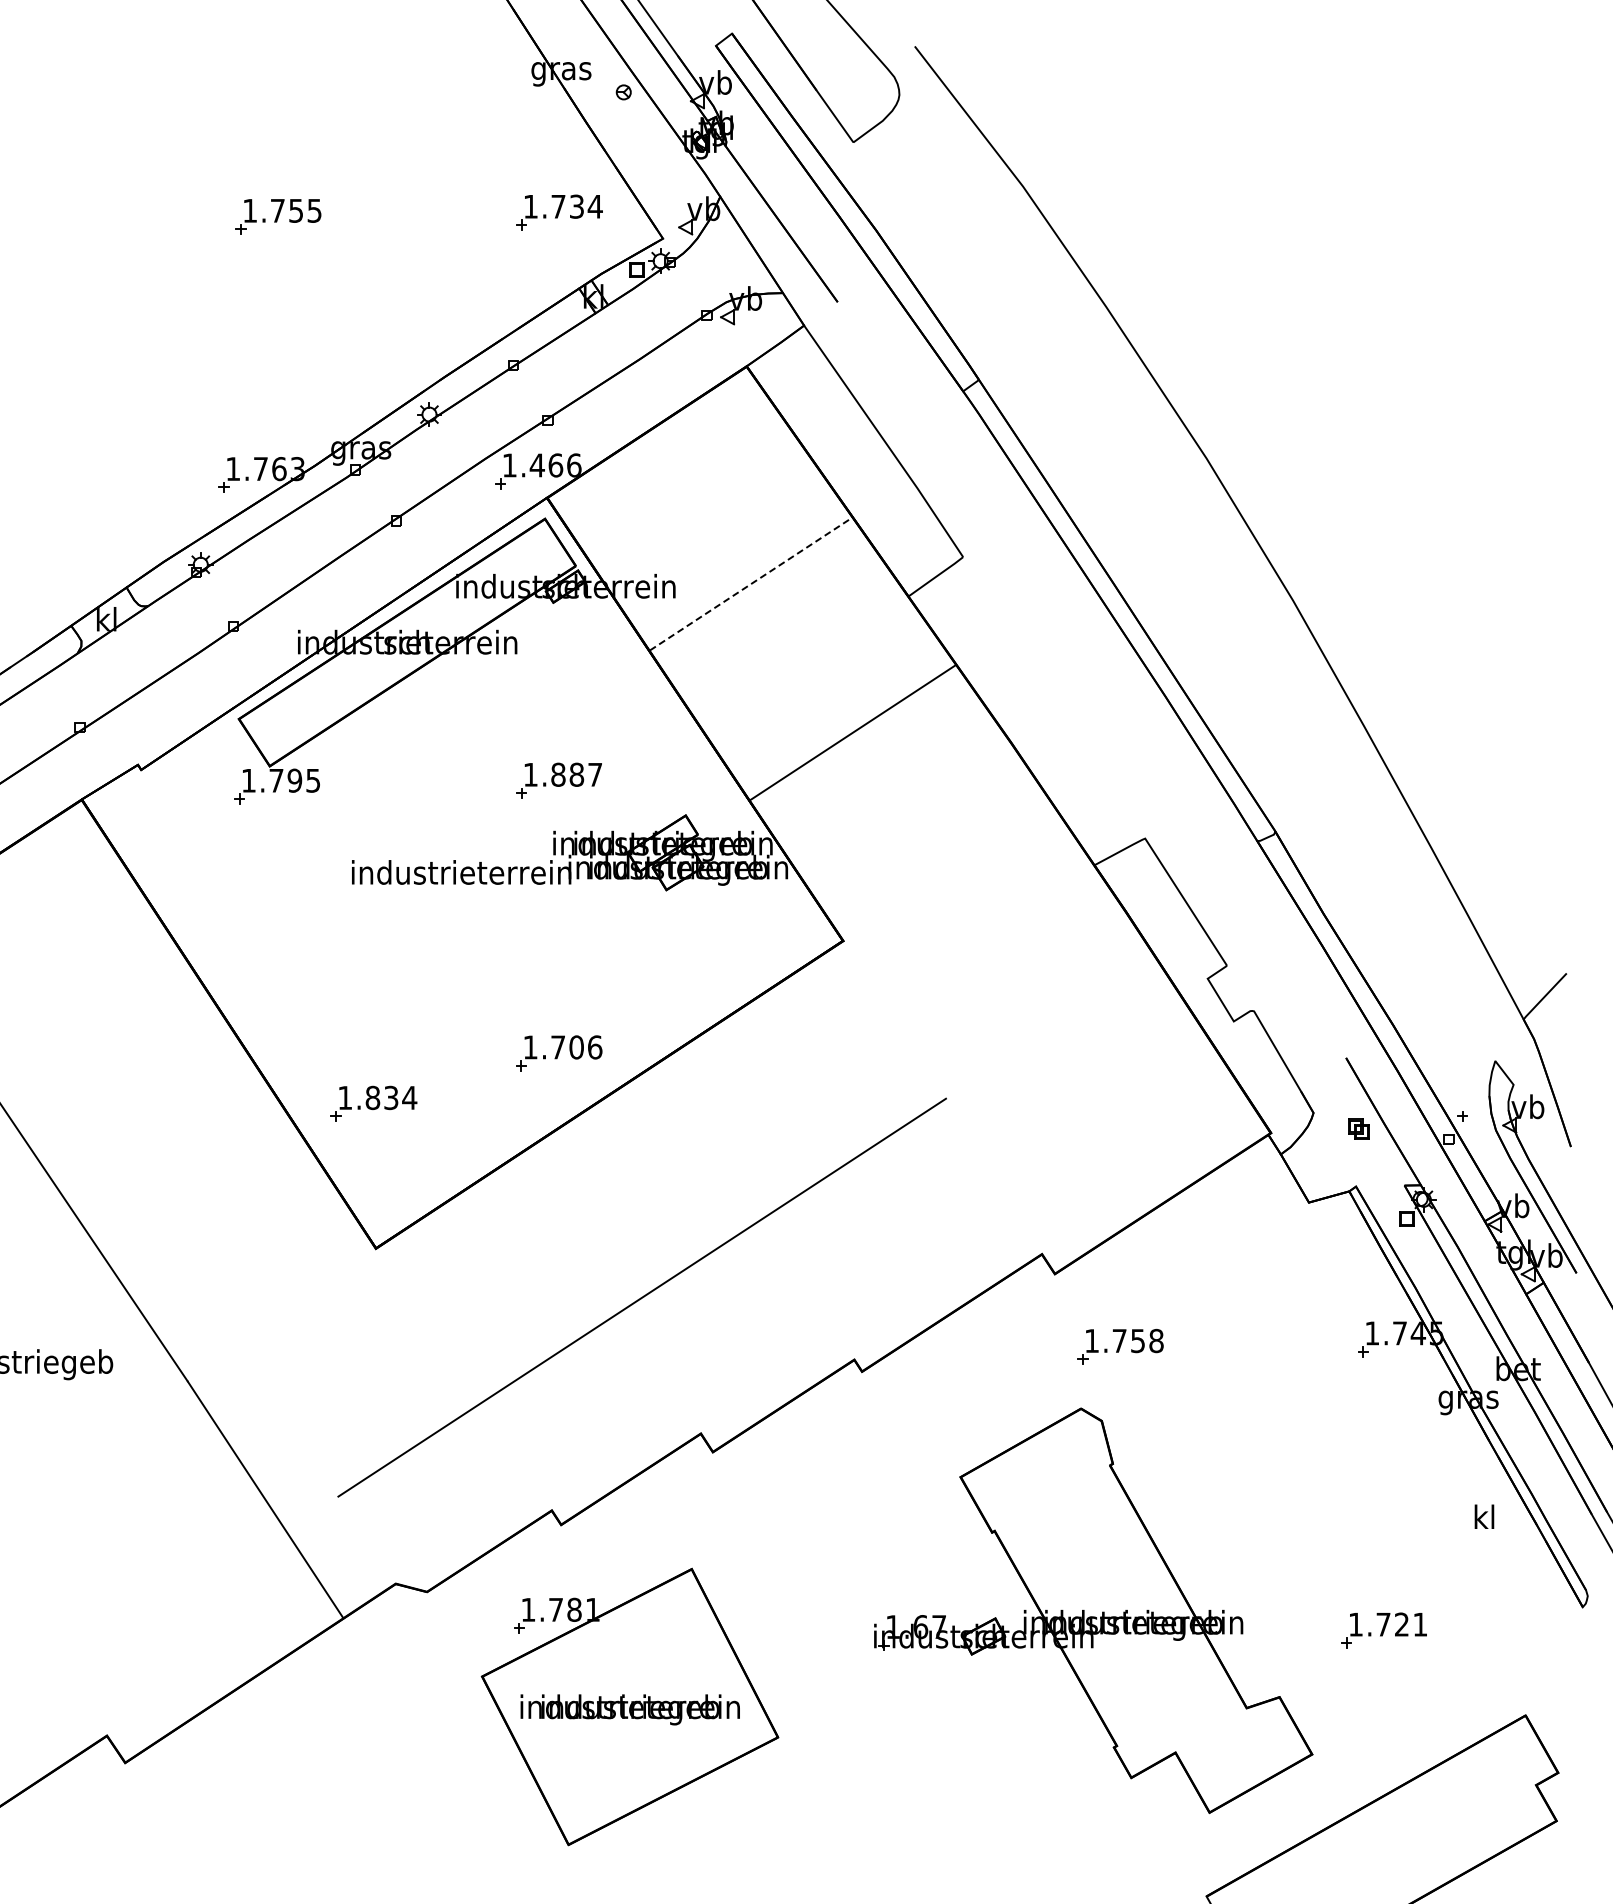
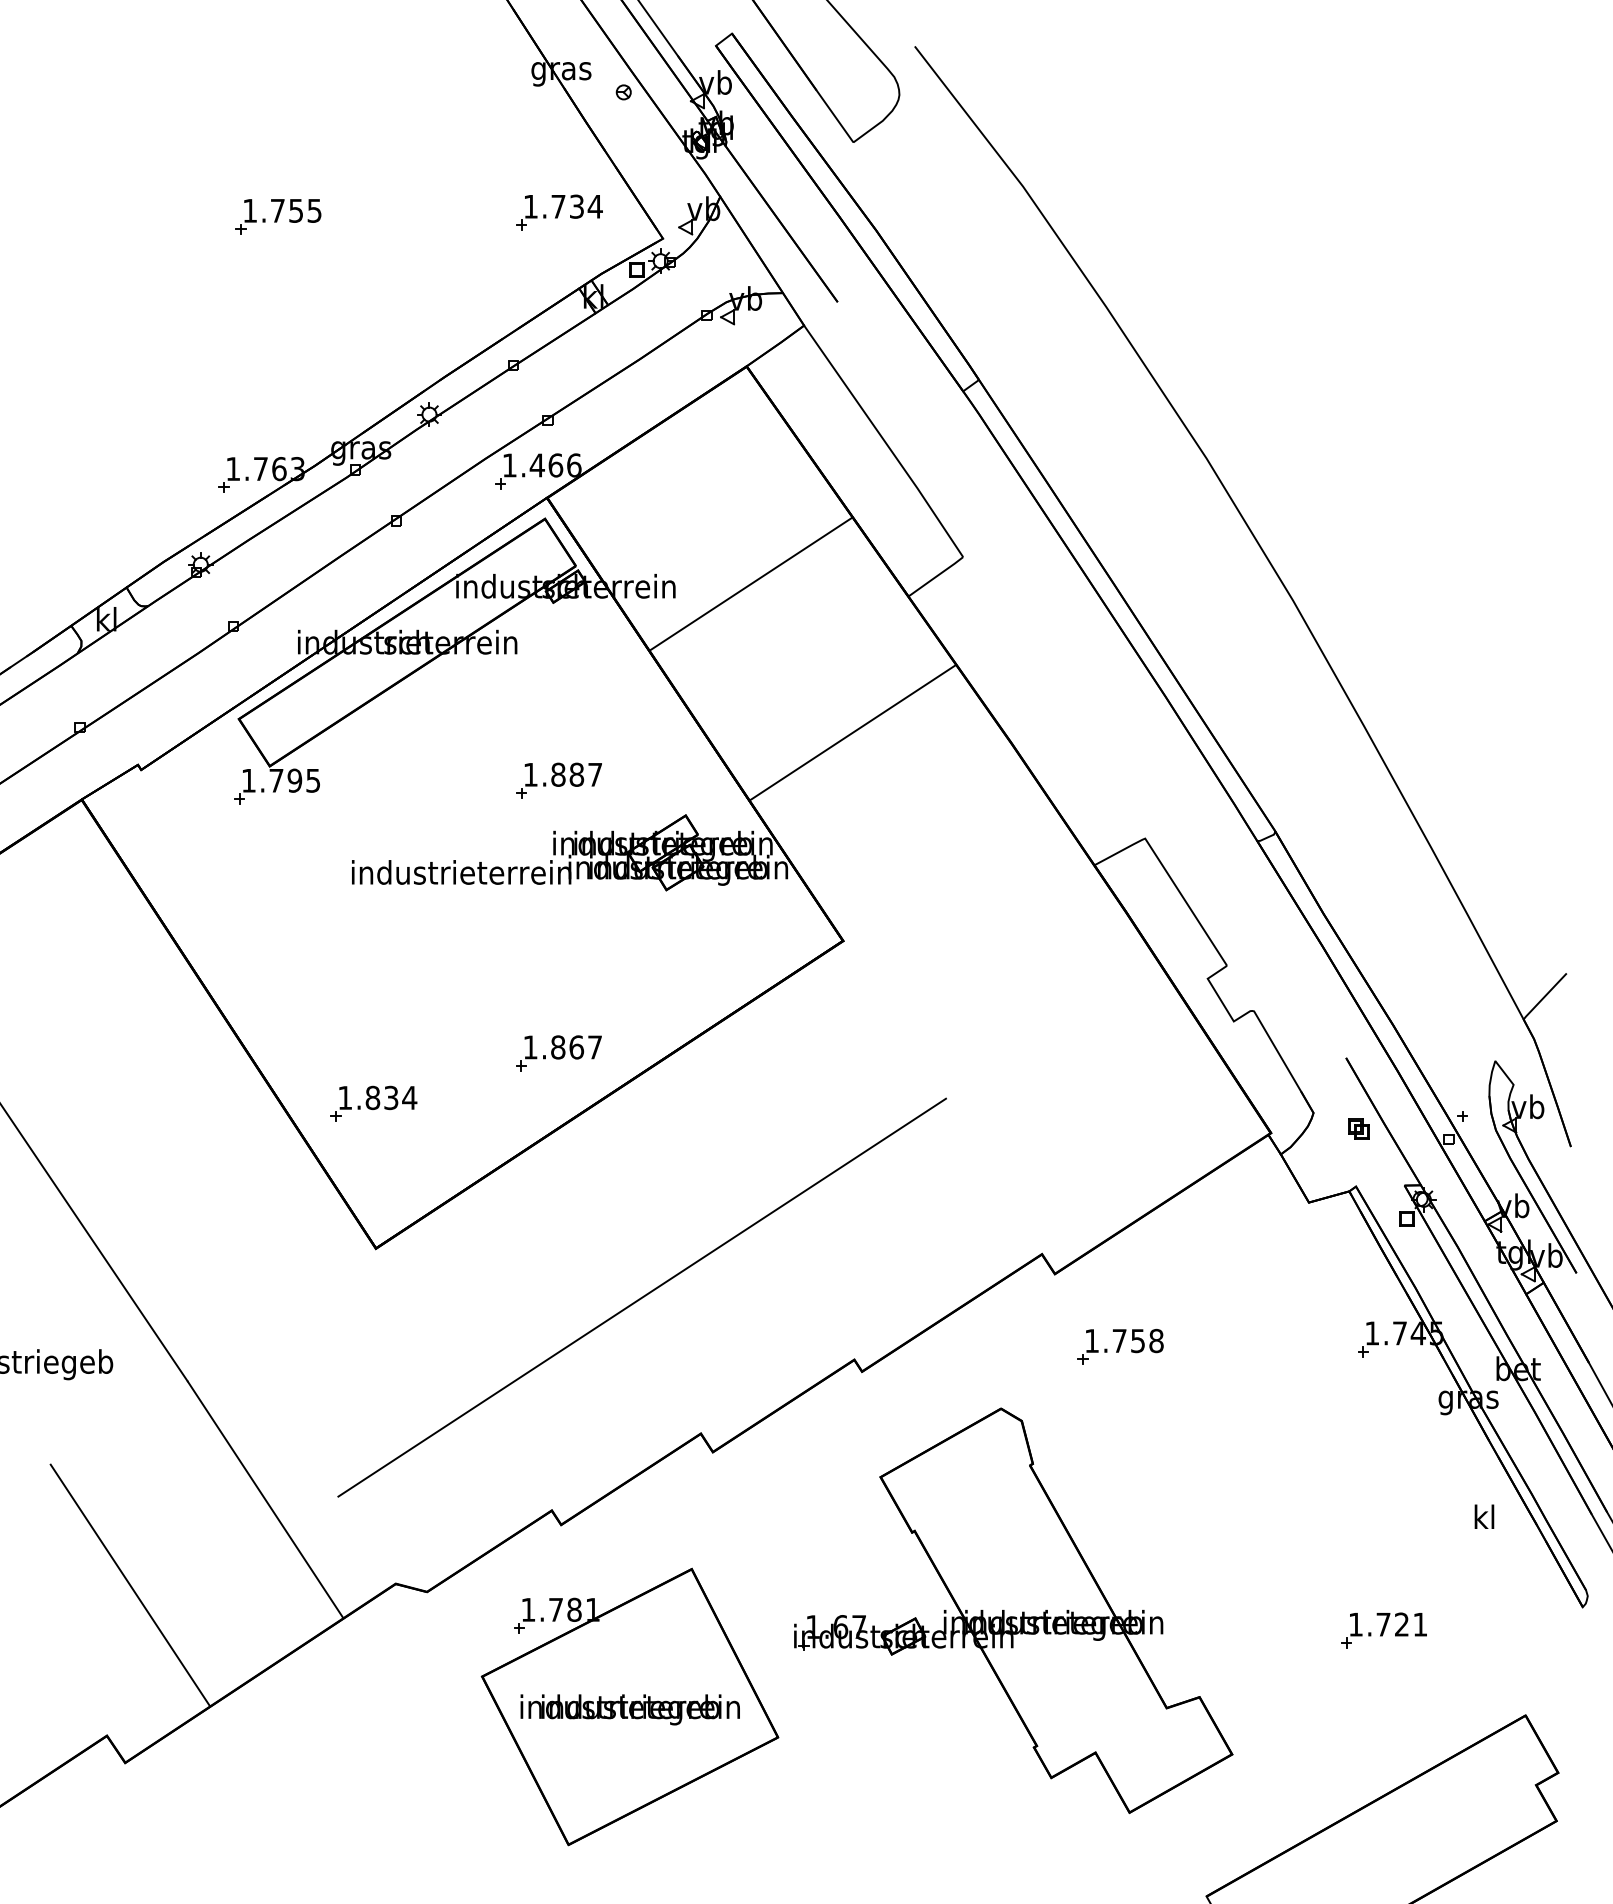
line at (751, 584): dashed -> solid
text at (576, 1047): 1.706 -> 1.867
line at (129, 1585): none -> present
part at (1093, 1610) position: (1093, 1610) -> (1013, 1610)
